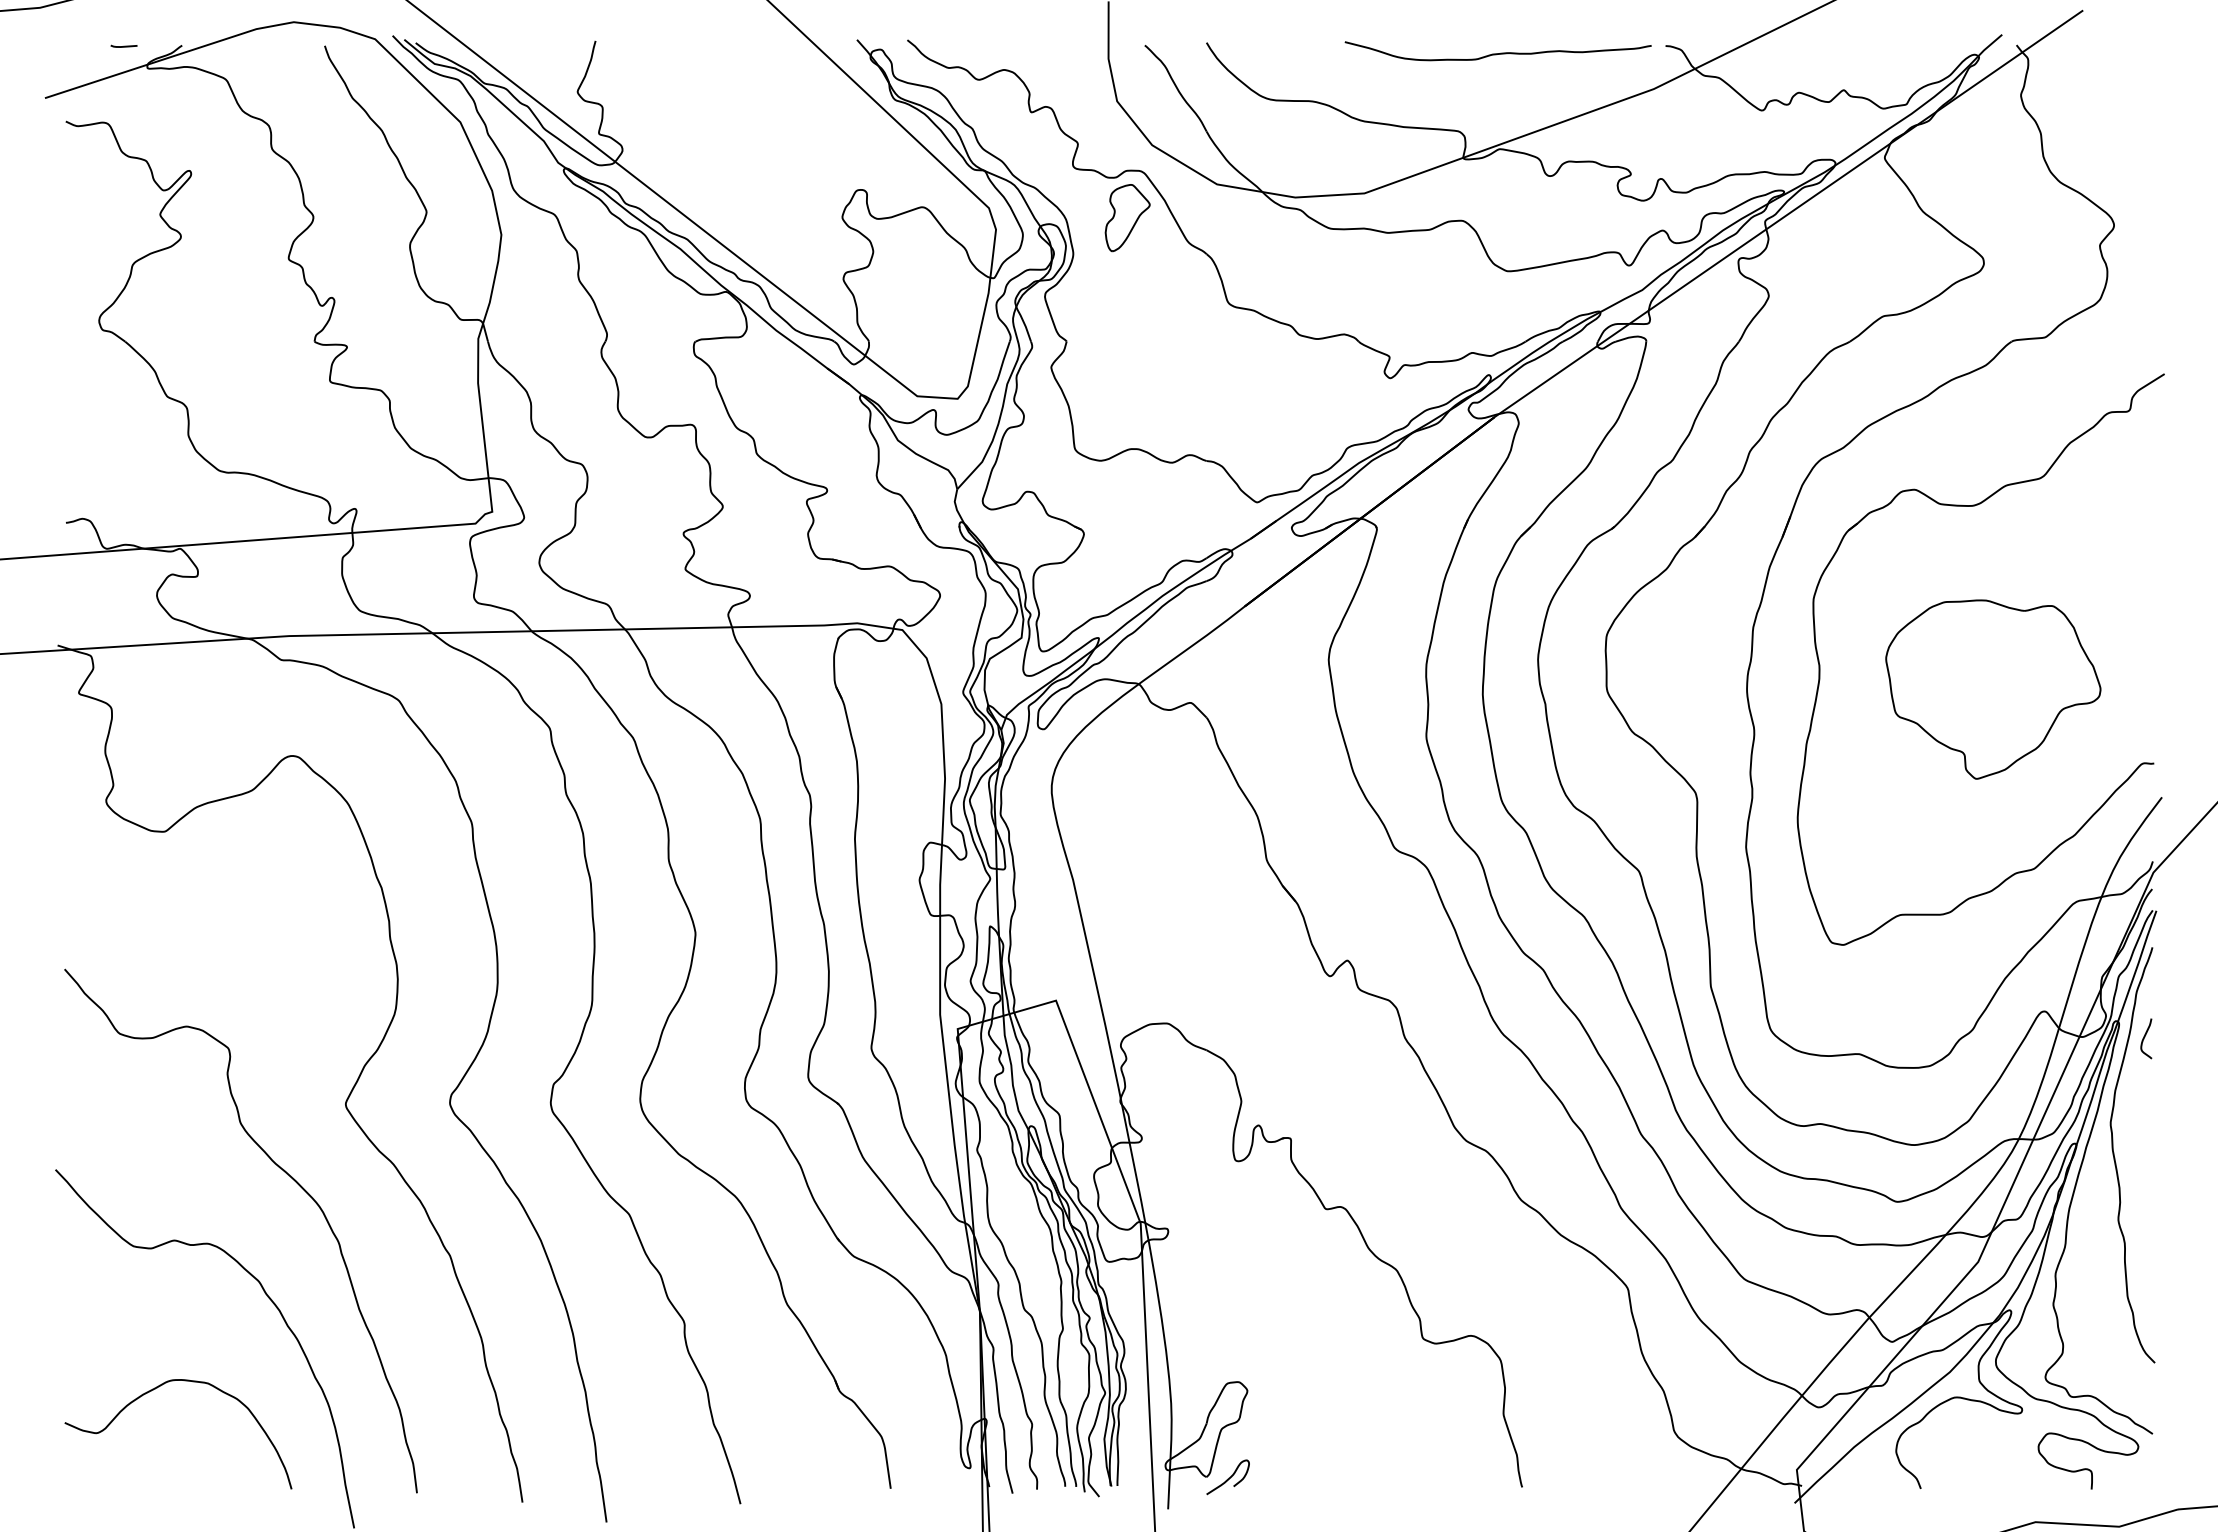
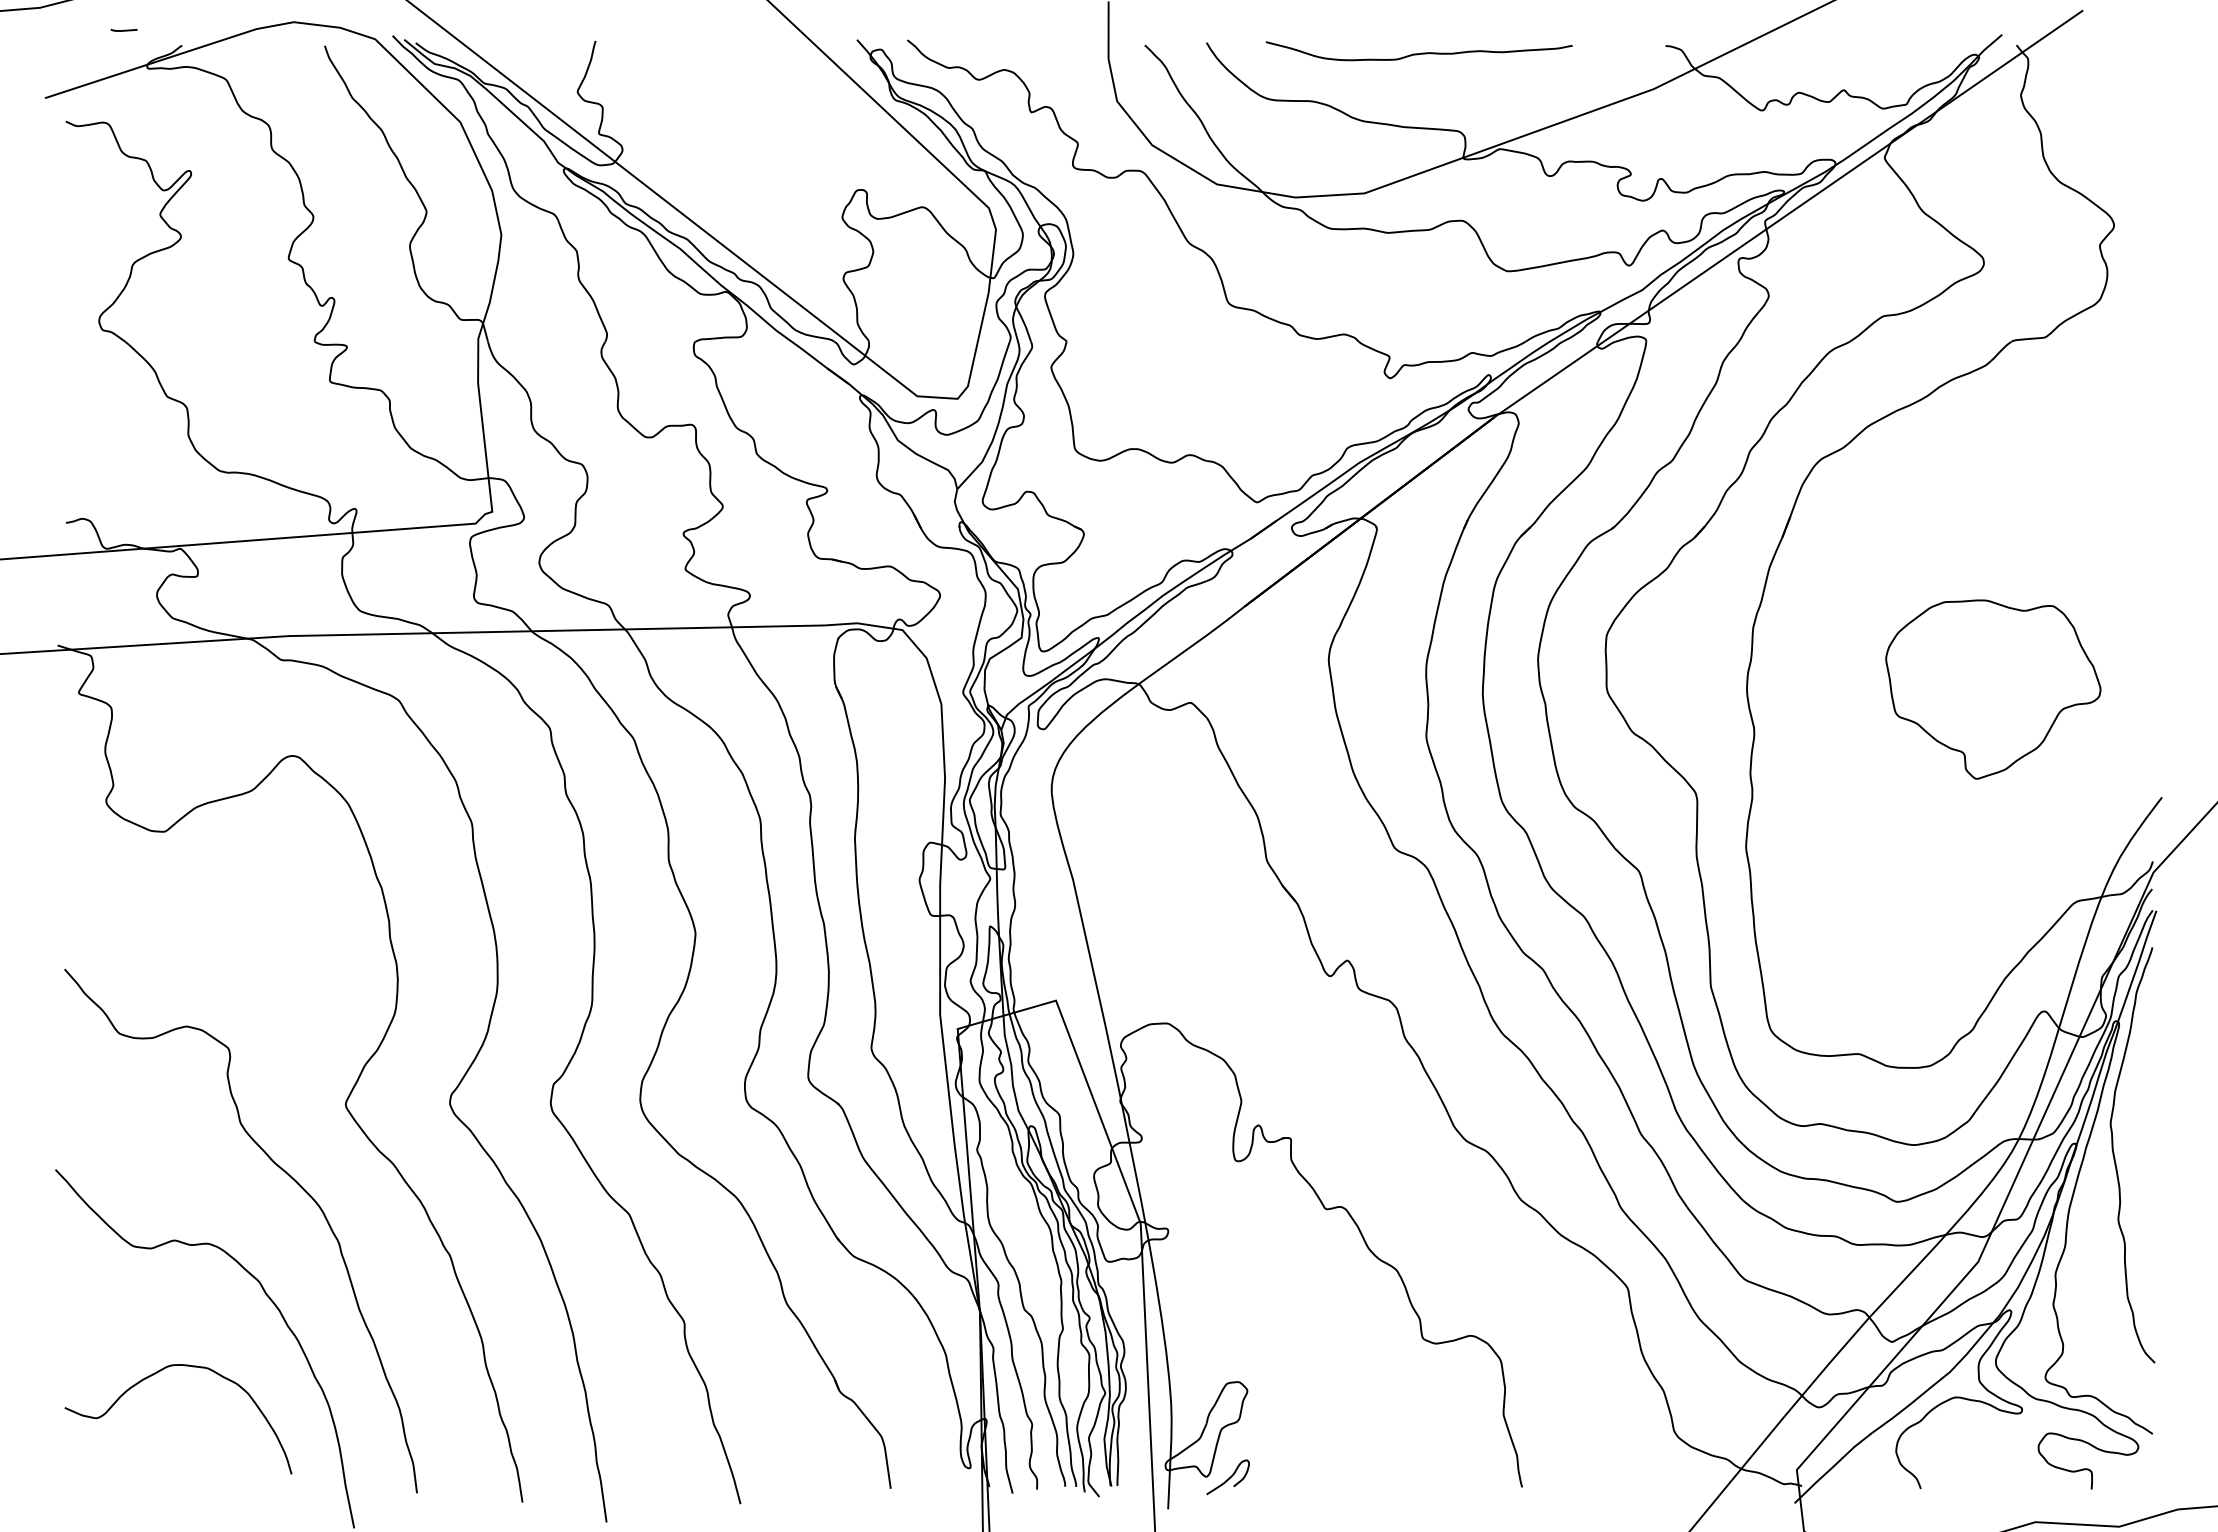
line at (123, 45) position: (123, 45) -> (123, 29)
curve at (1497, 53) position: (1497, 53) -> (1418, 53)
part at (1127, 218): present -> none
part at (1975, 506): present -> none
curve at (2145, 1037): present -> none
curve at (155, 1389) position: (155, 1389) -> (155, 1374)
